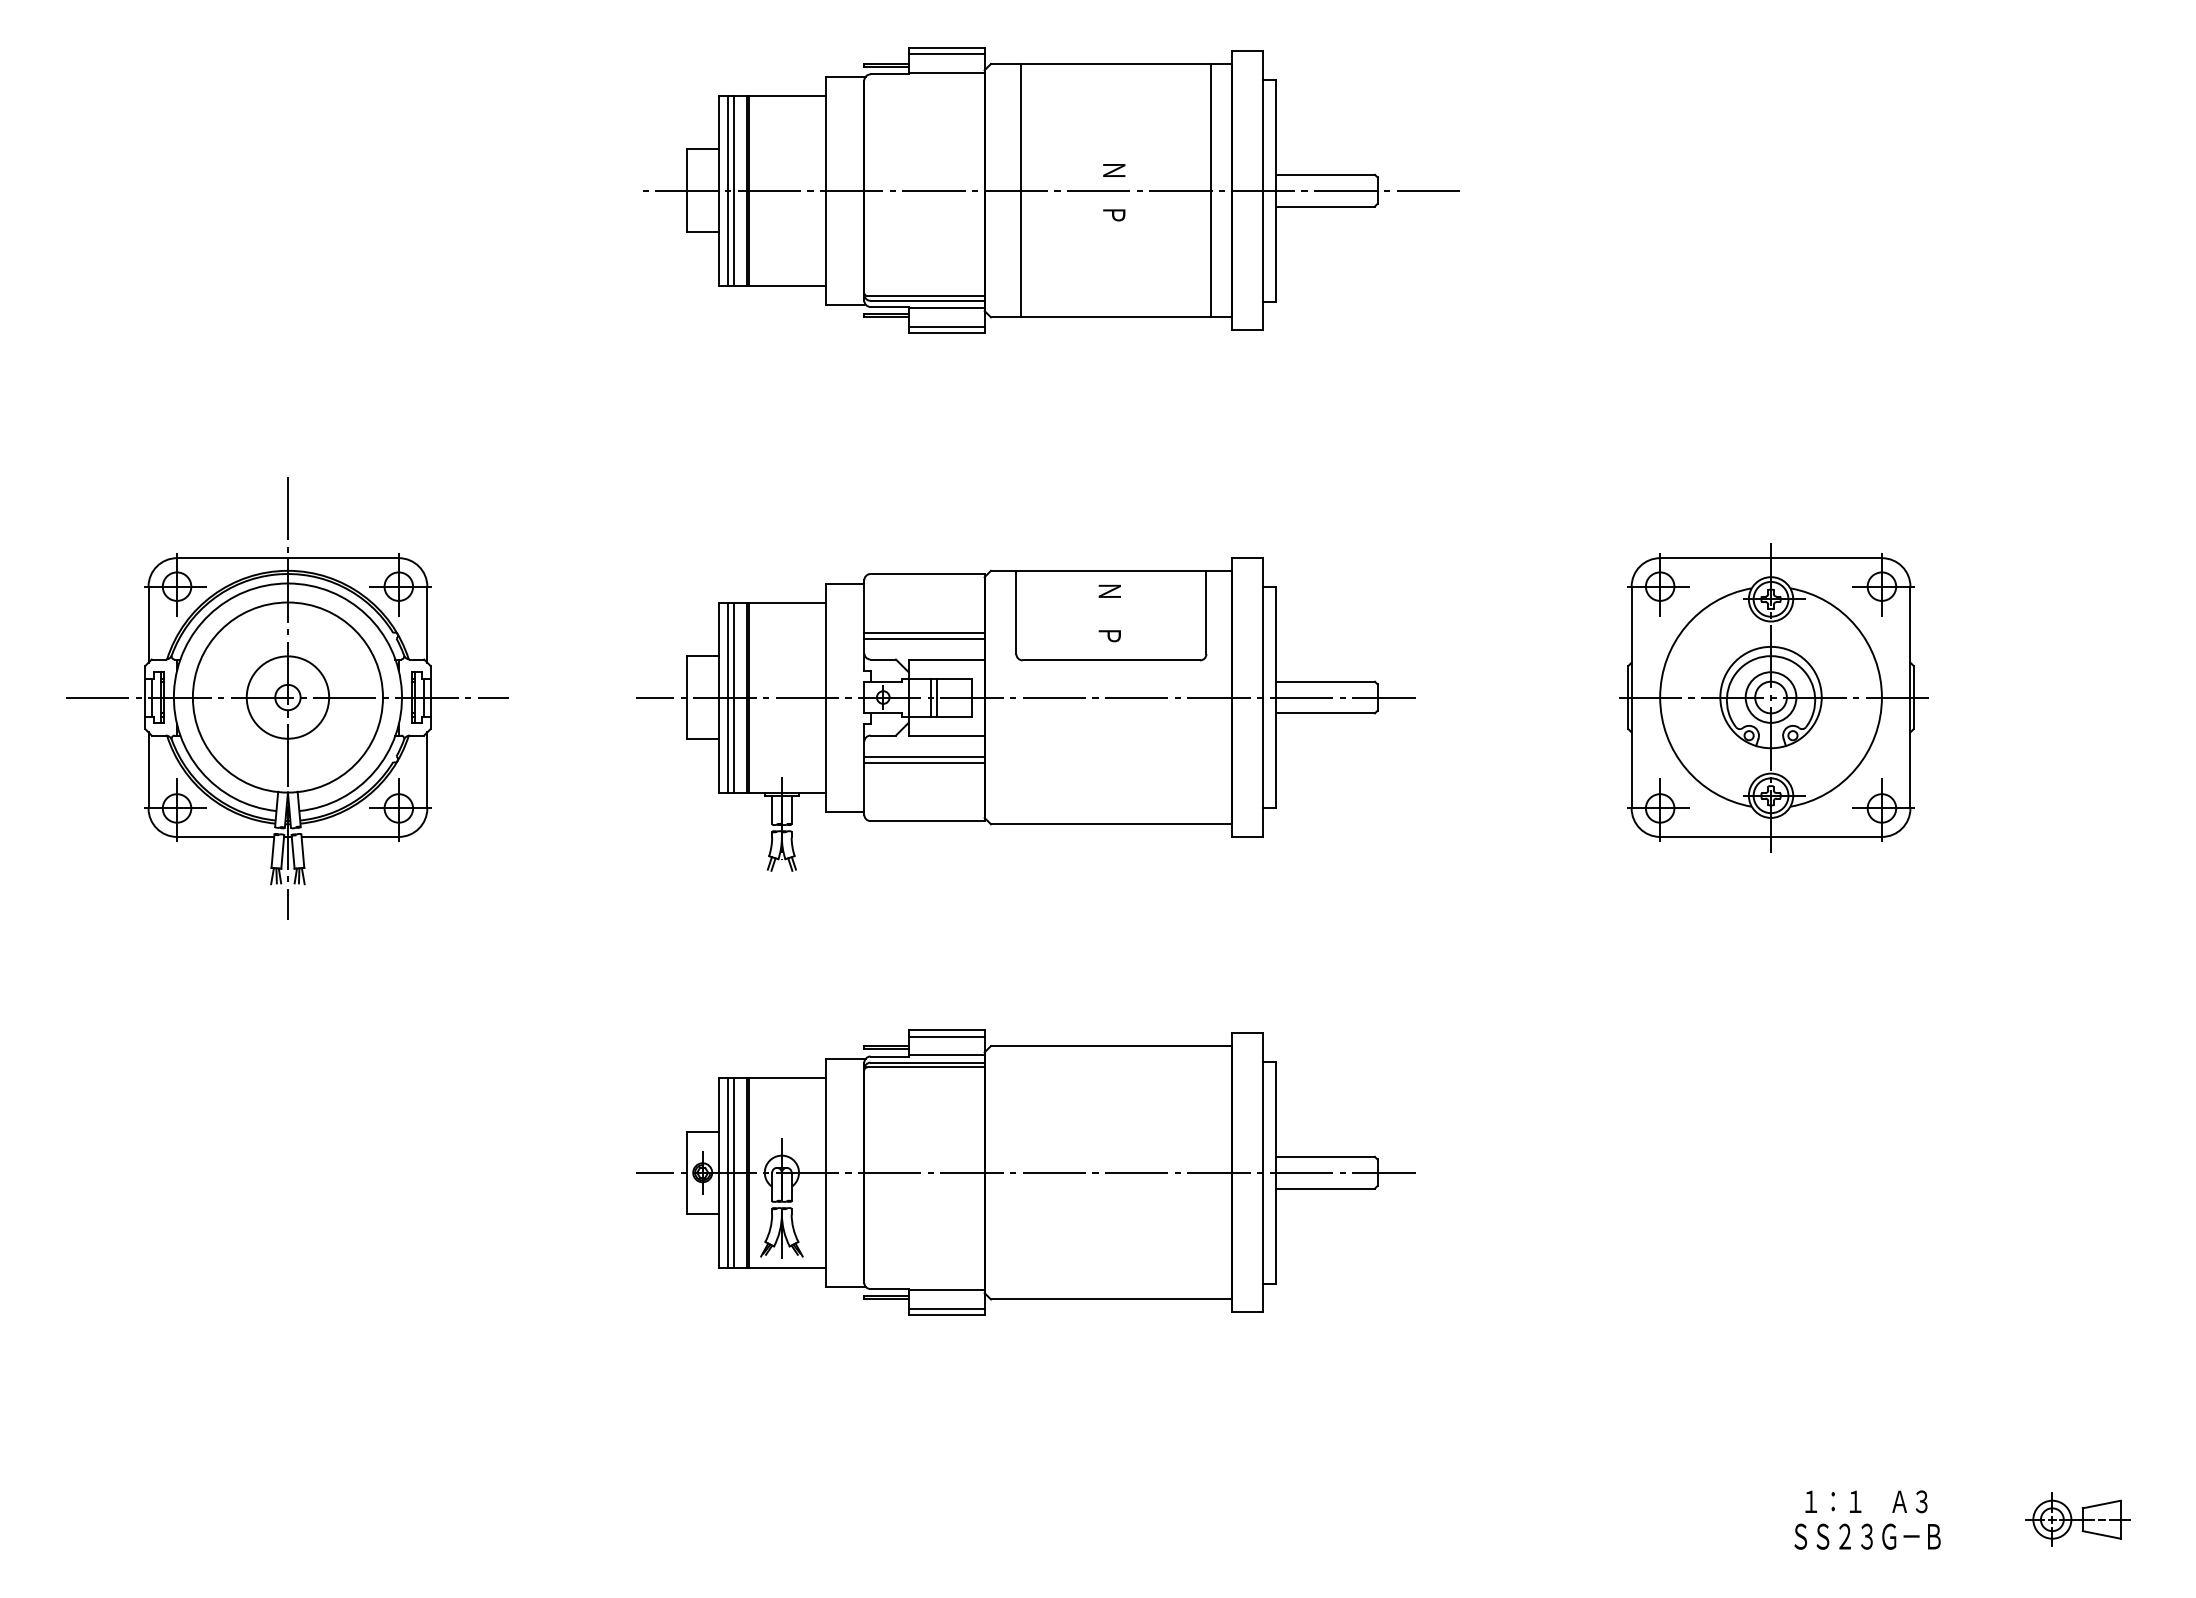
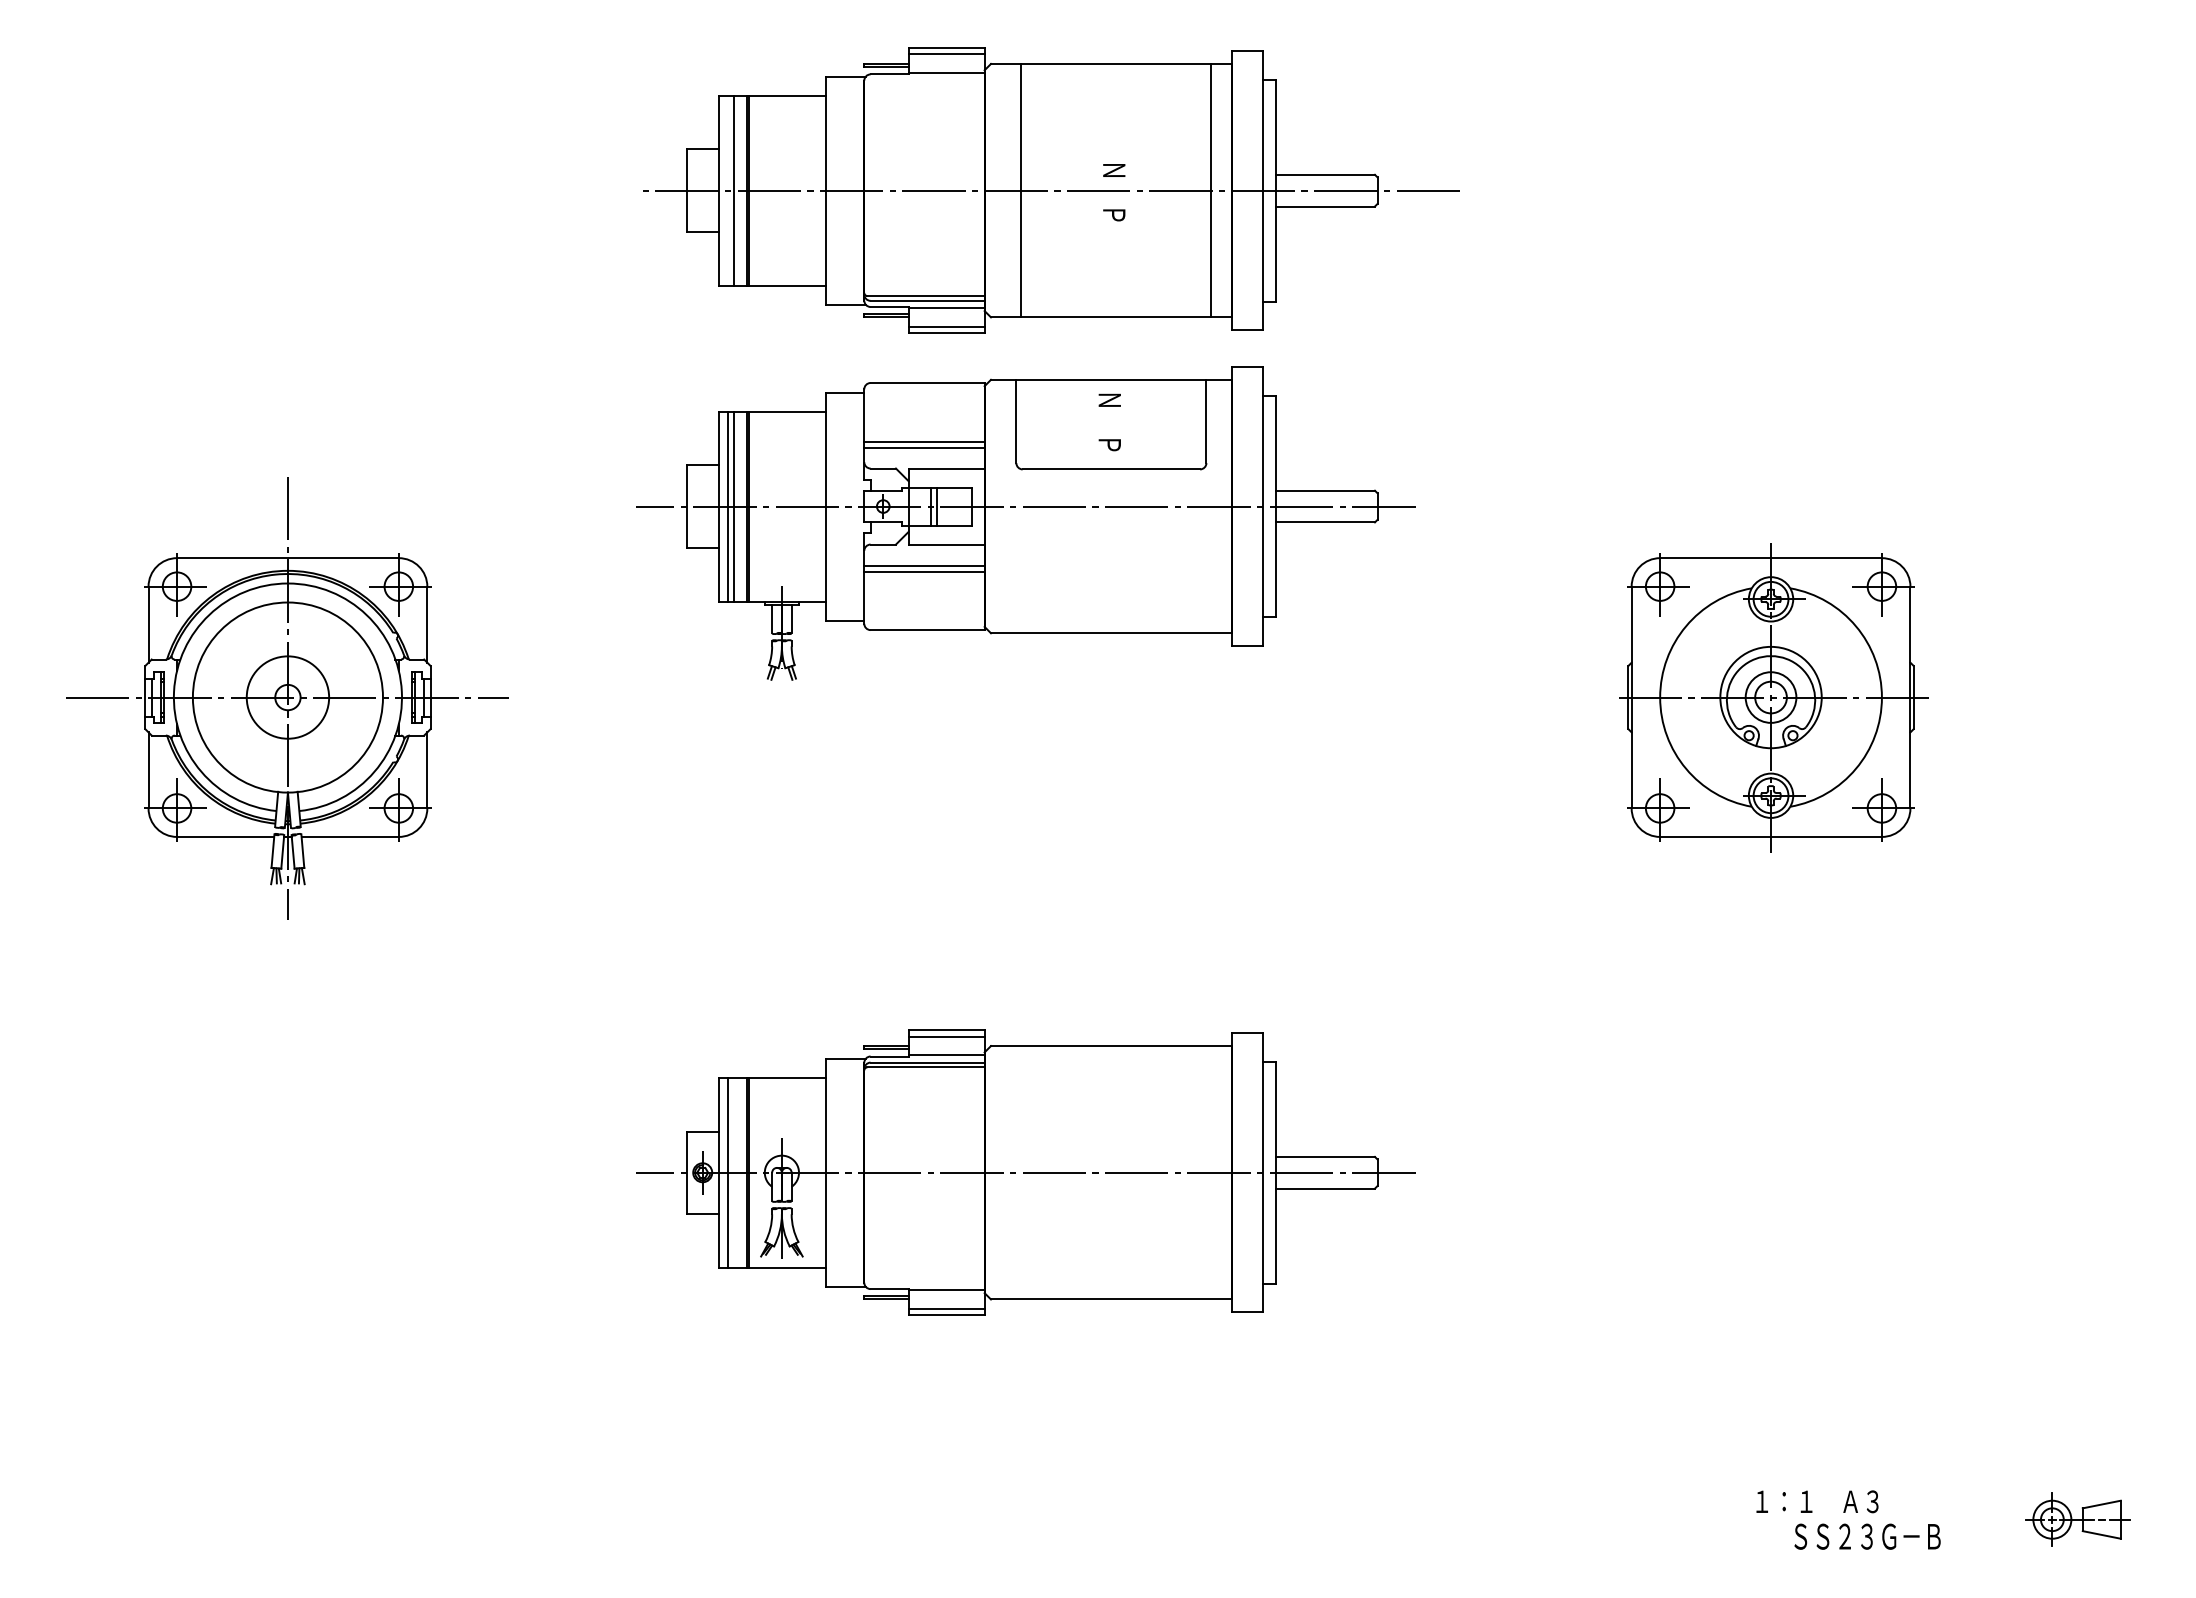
line at (728, 190): present -> none
part at (1025, 714) position: (1025, 714) -> (1025, 523)
line at (734, 1172): present -> none
text at (1866, 1501) position: (1866, 1501) -> (1817, 1501)
